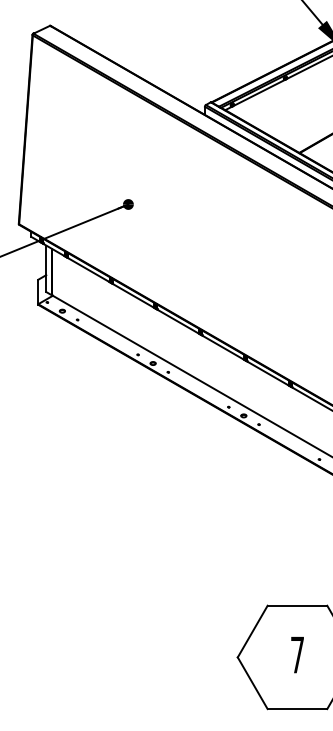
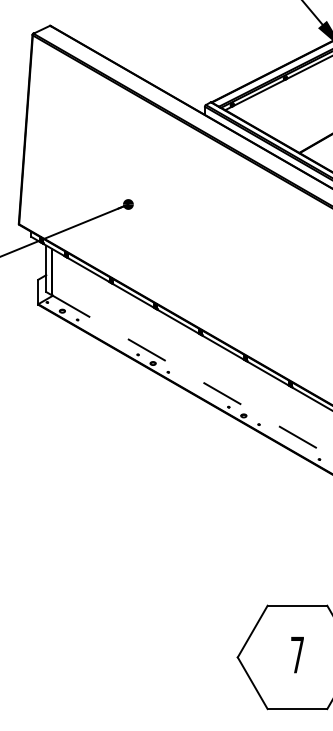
line at (192, 376): solid -> dashed
